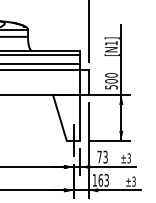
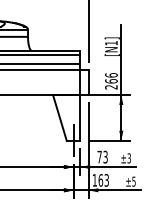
text at (111, 81): 500 -> 266
text at (133, 180): ±3 -> ±5
